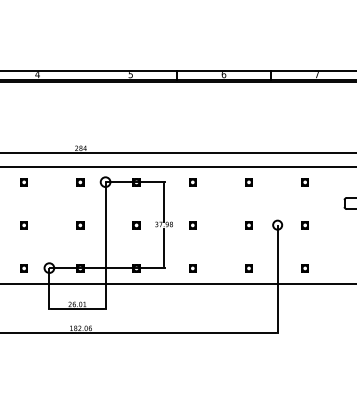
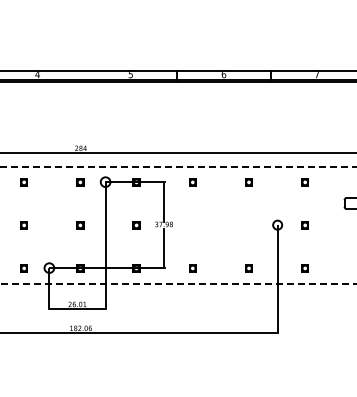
line at (178, 166): solid -> dashed
part at (192, 225): present -> none
part at (248, 225): present -> none
line at (178, 283): solid -> dashed
